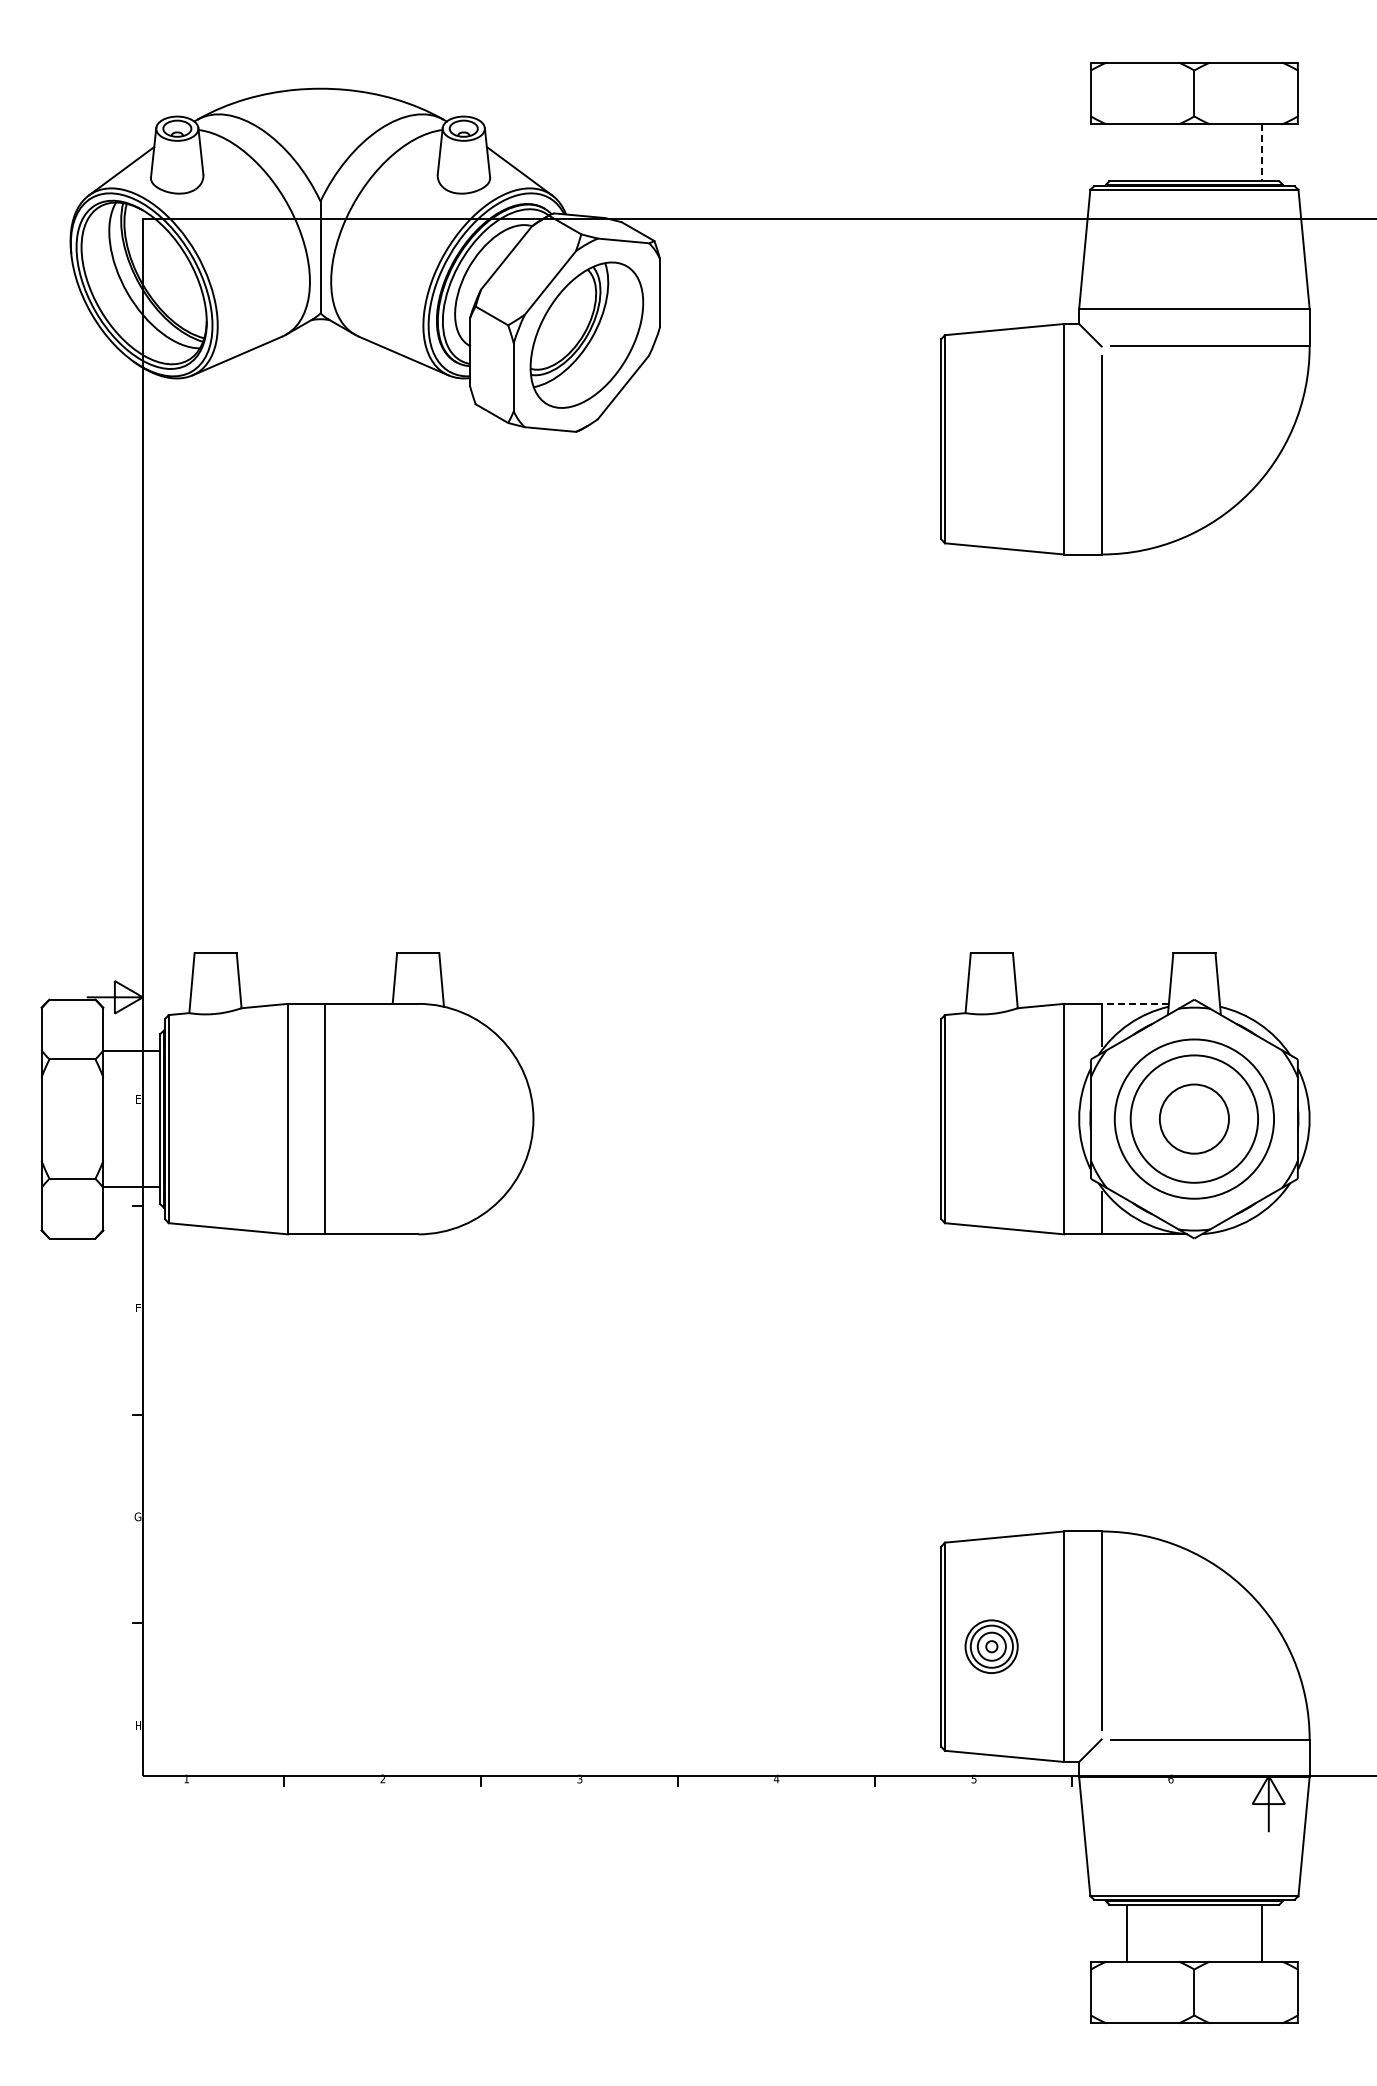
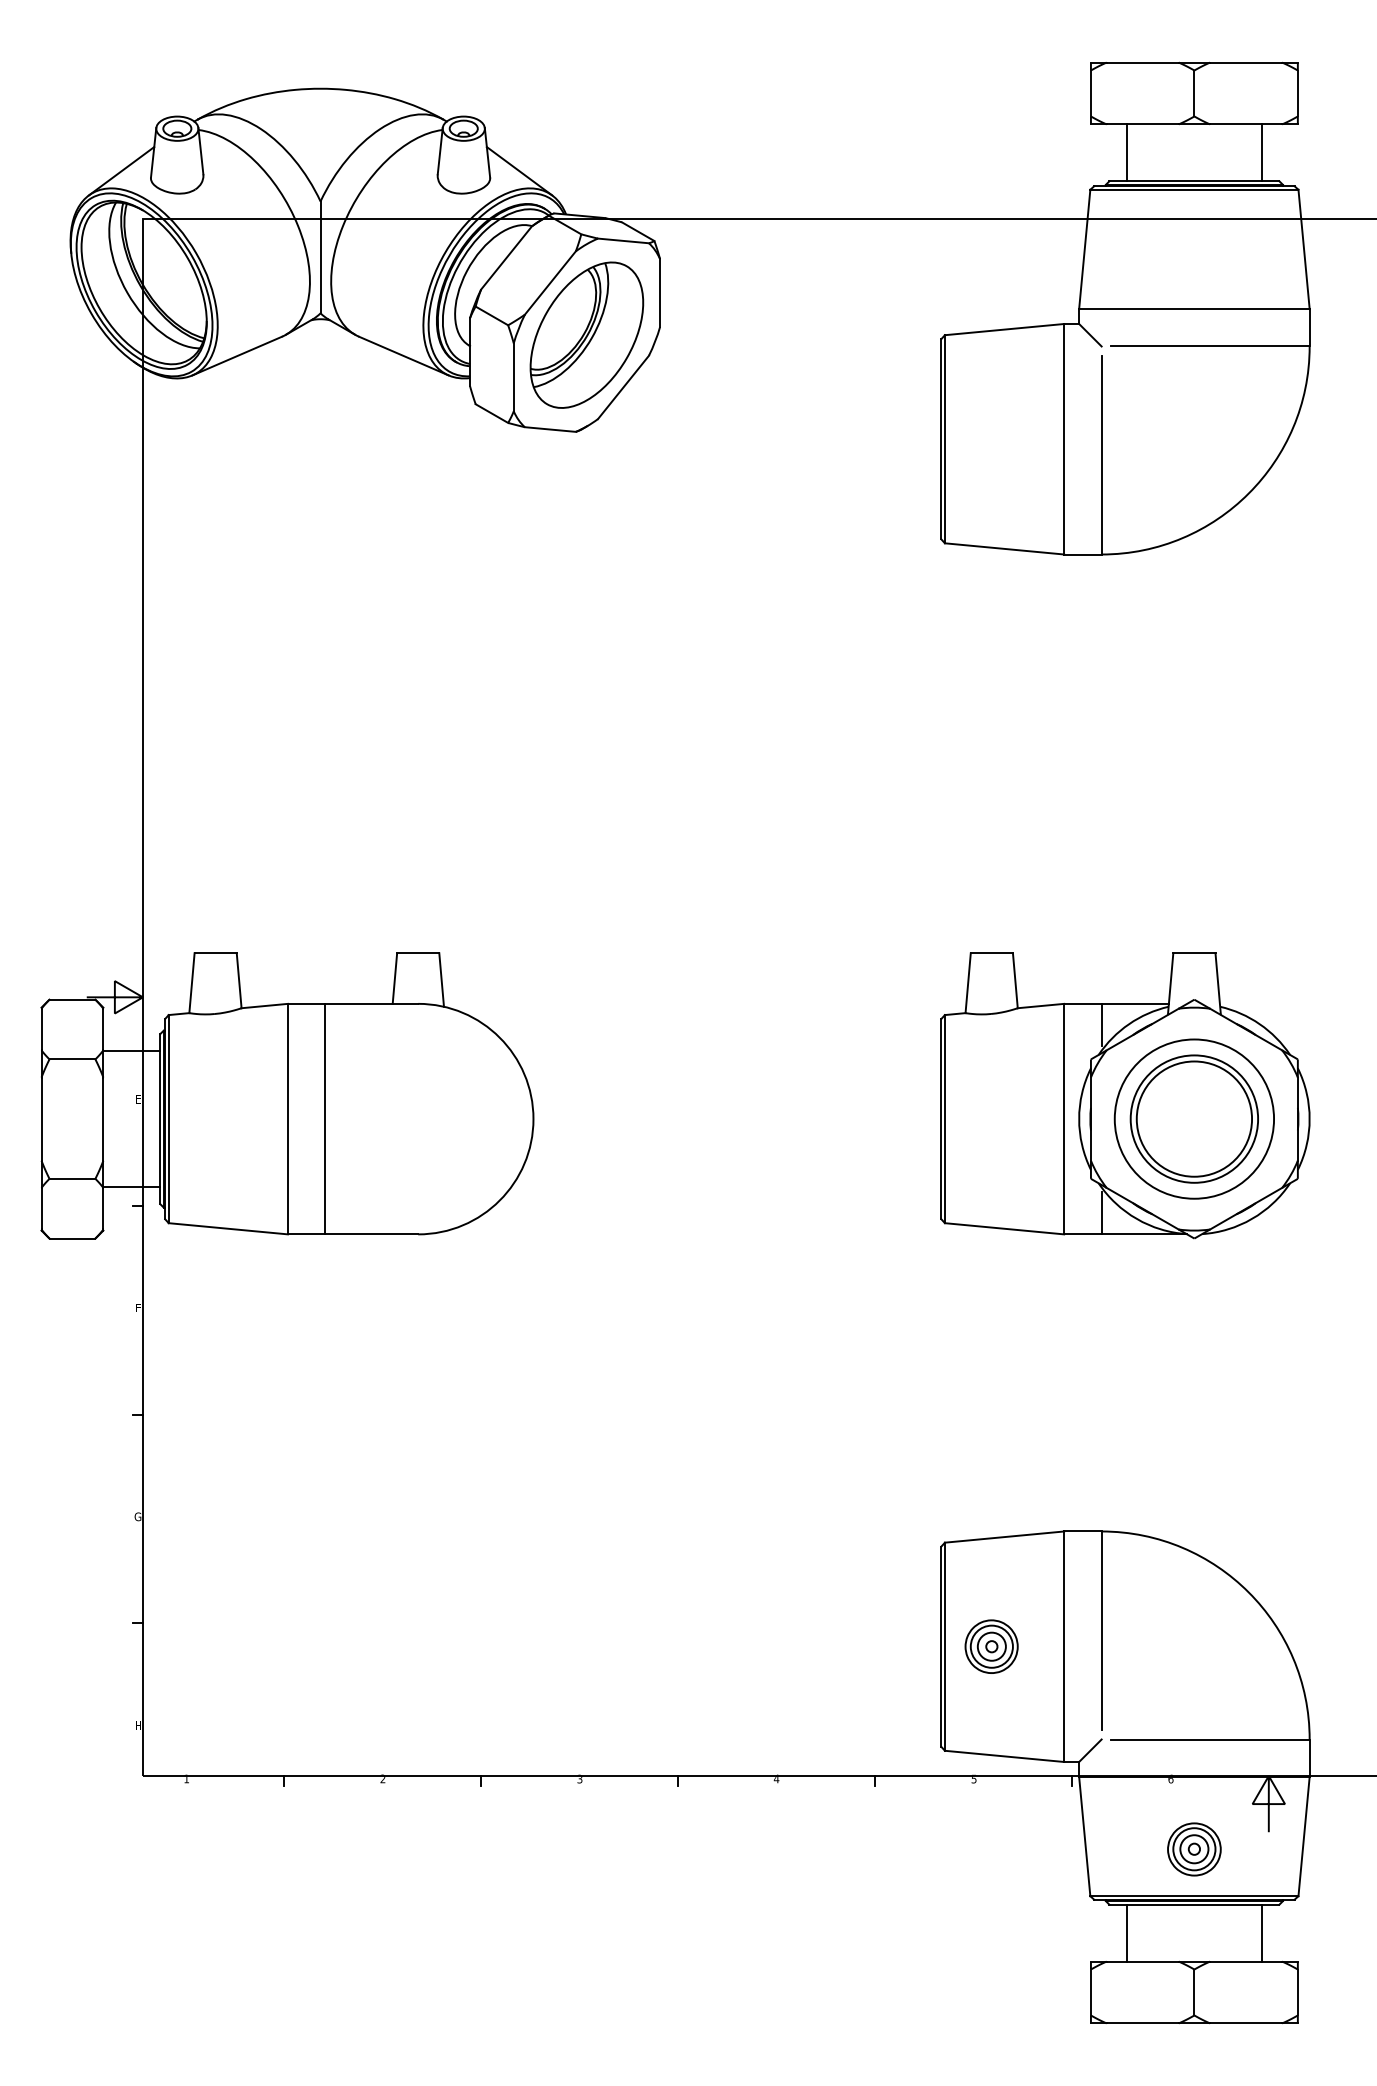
line at (1126, 152): none -> present
line at (1262, 153): dashed -> solid
line at (1135, 1003): dashed -> solid
circle at (1193, 1118) diameter: 69 px -> 115 px
part at (1194, 1849): none -> present
